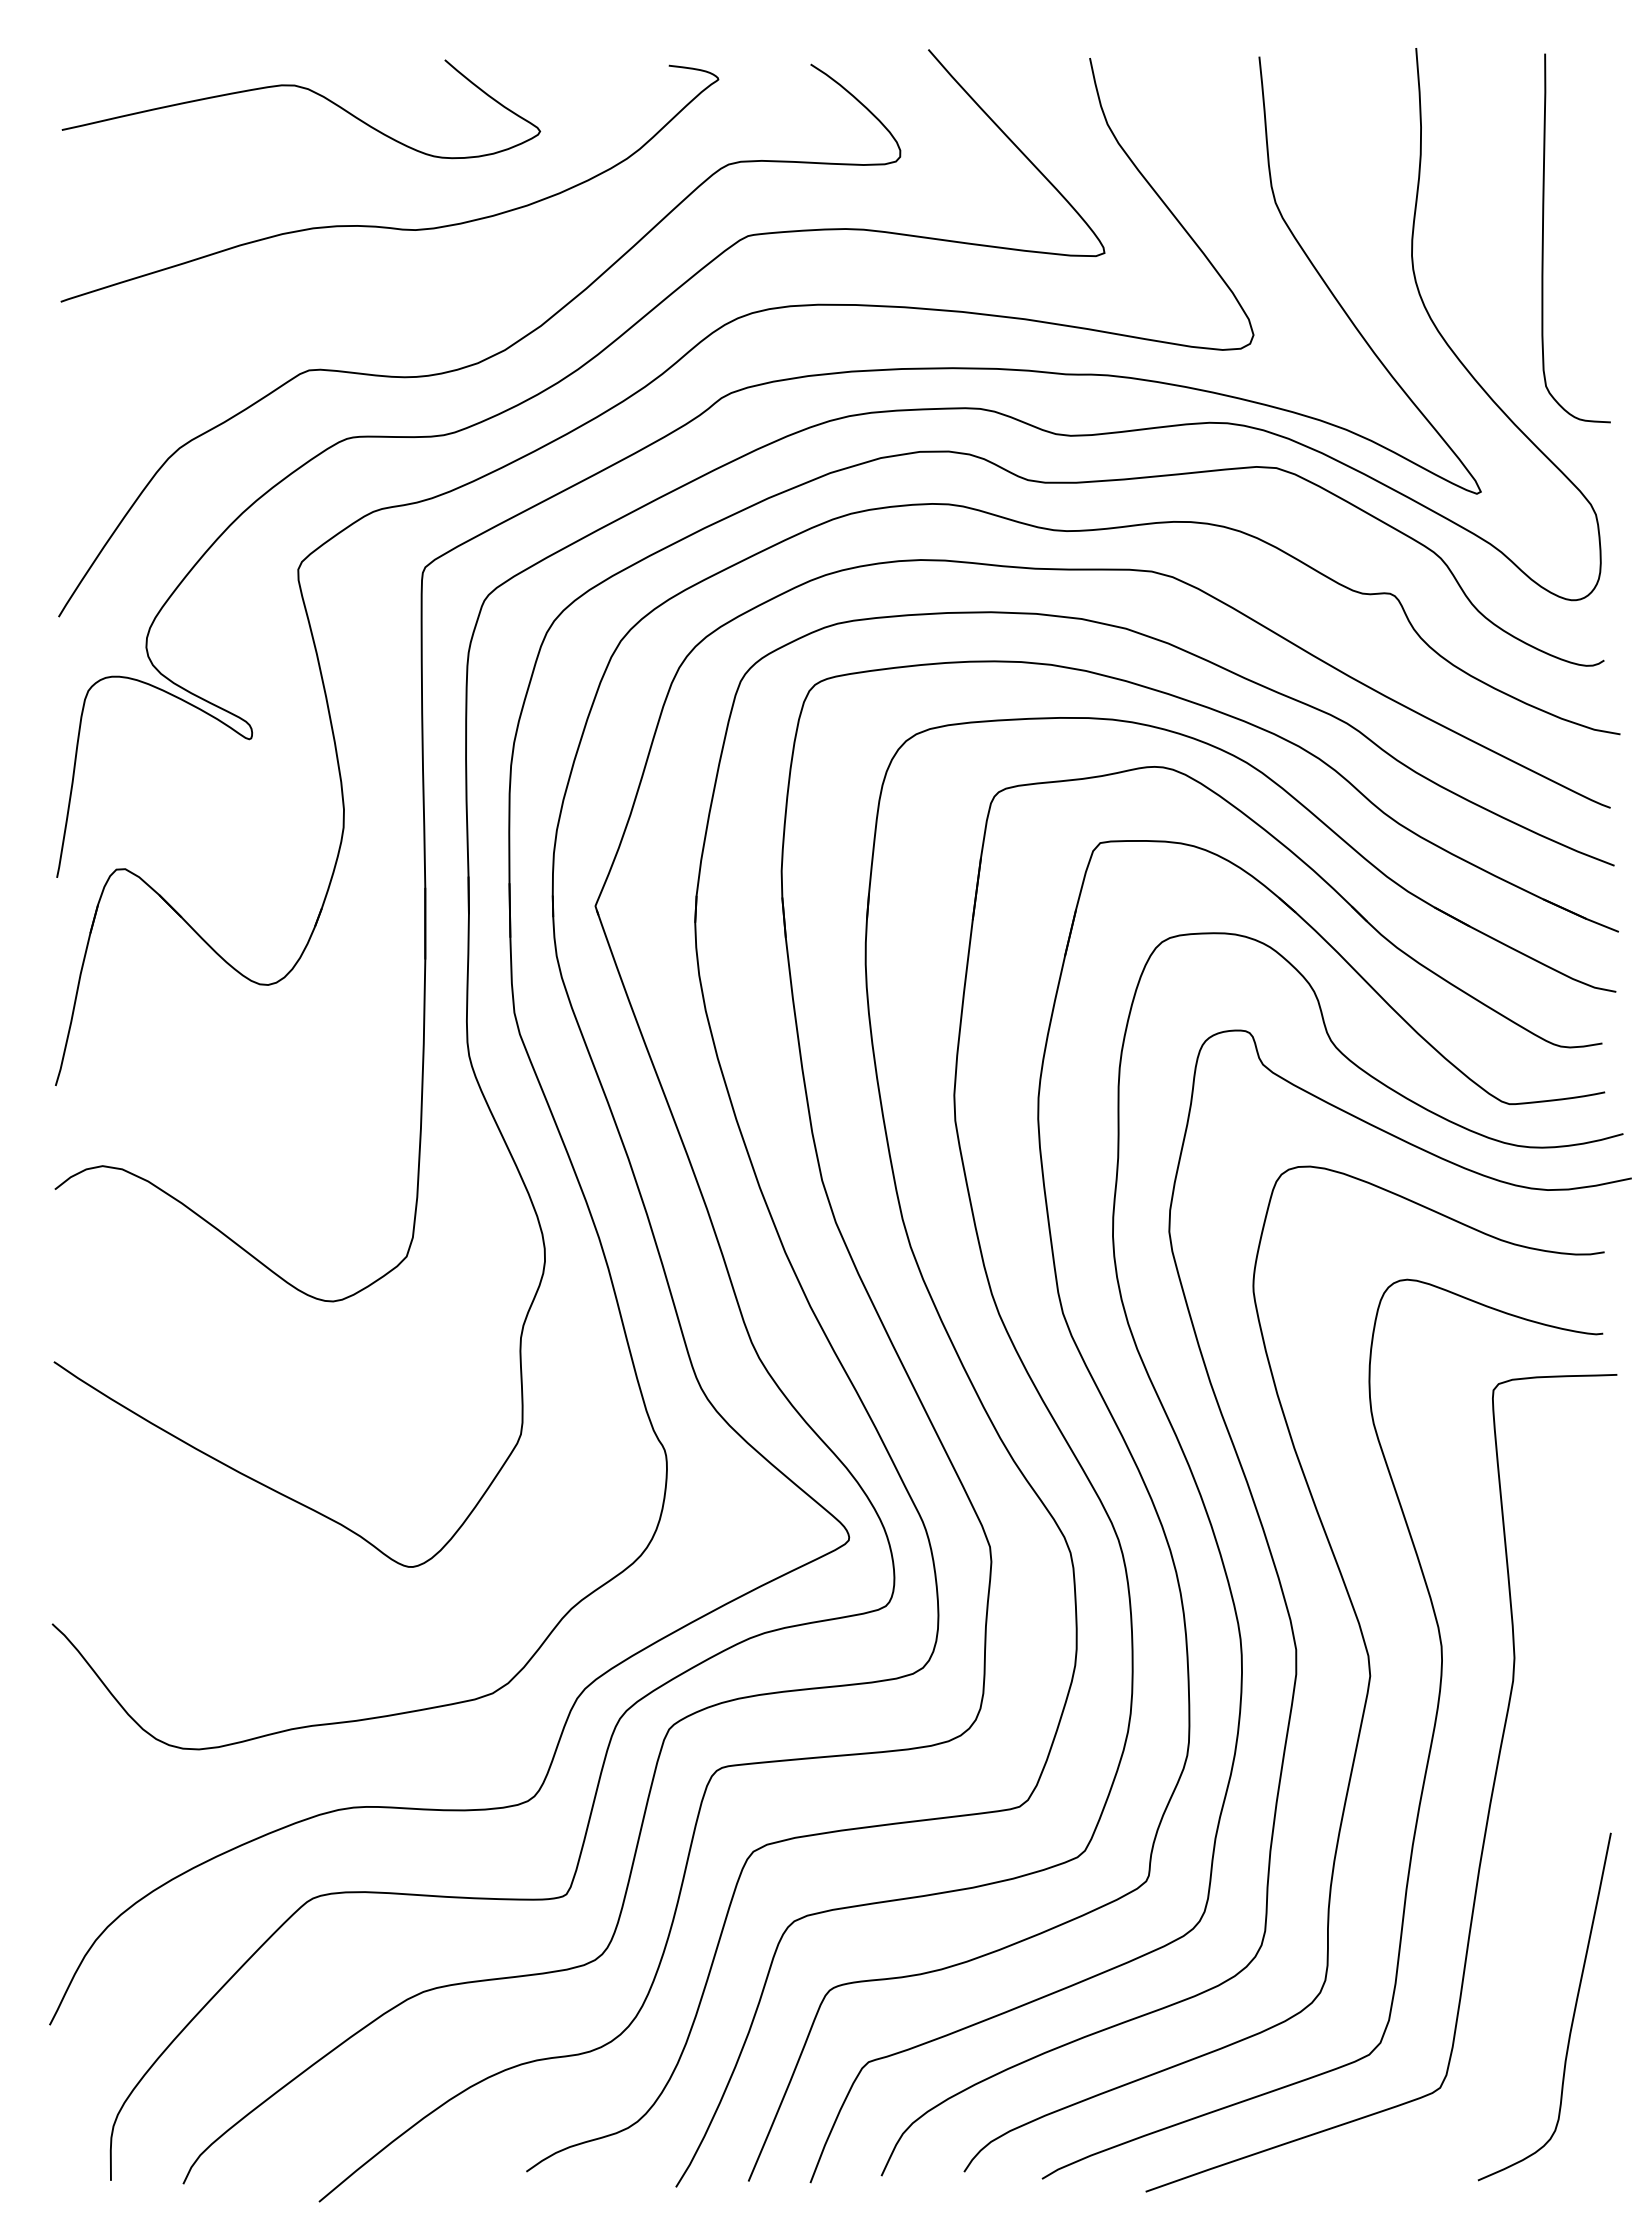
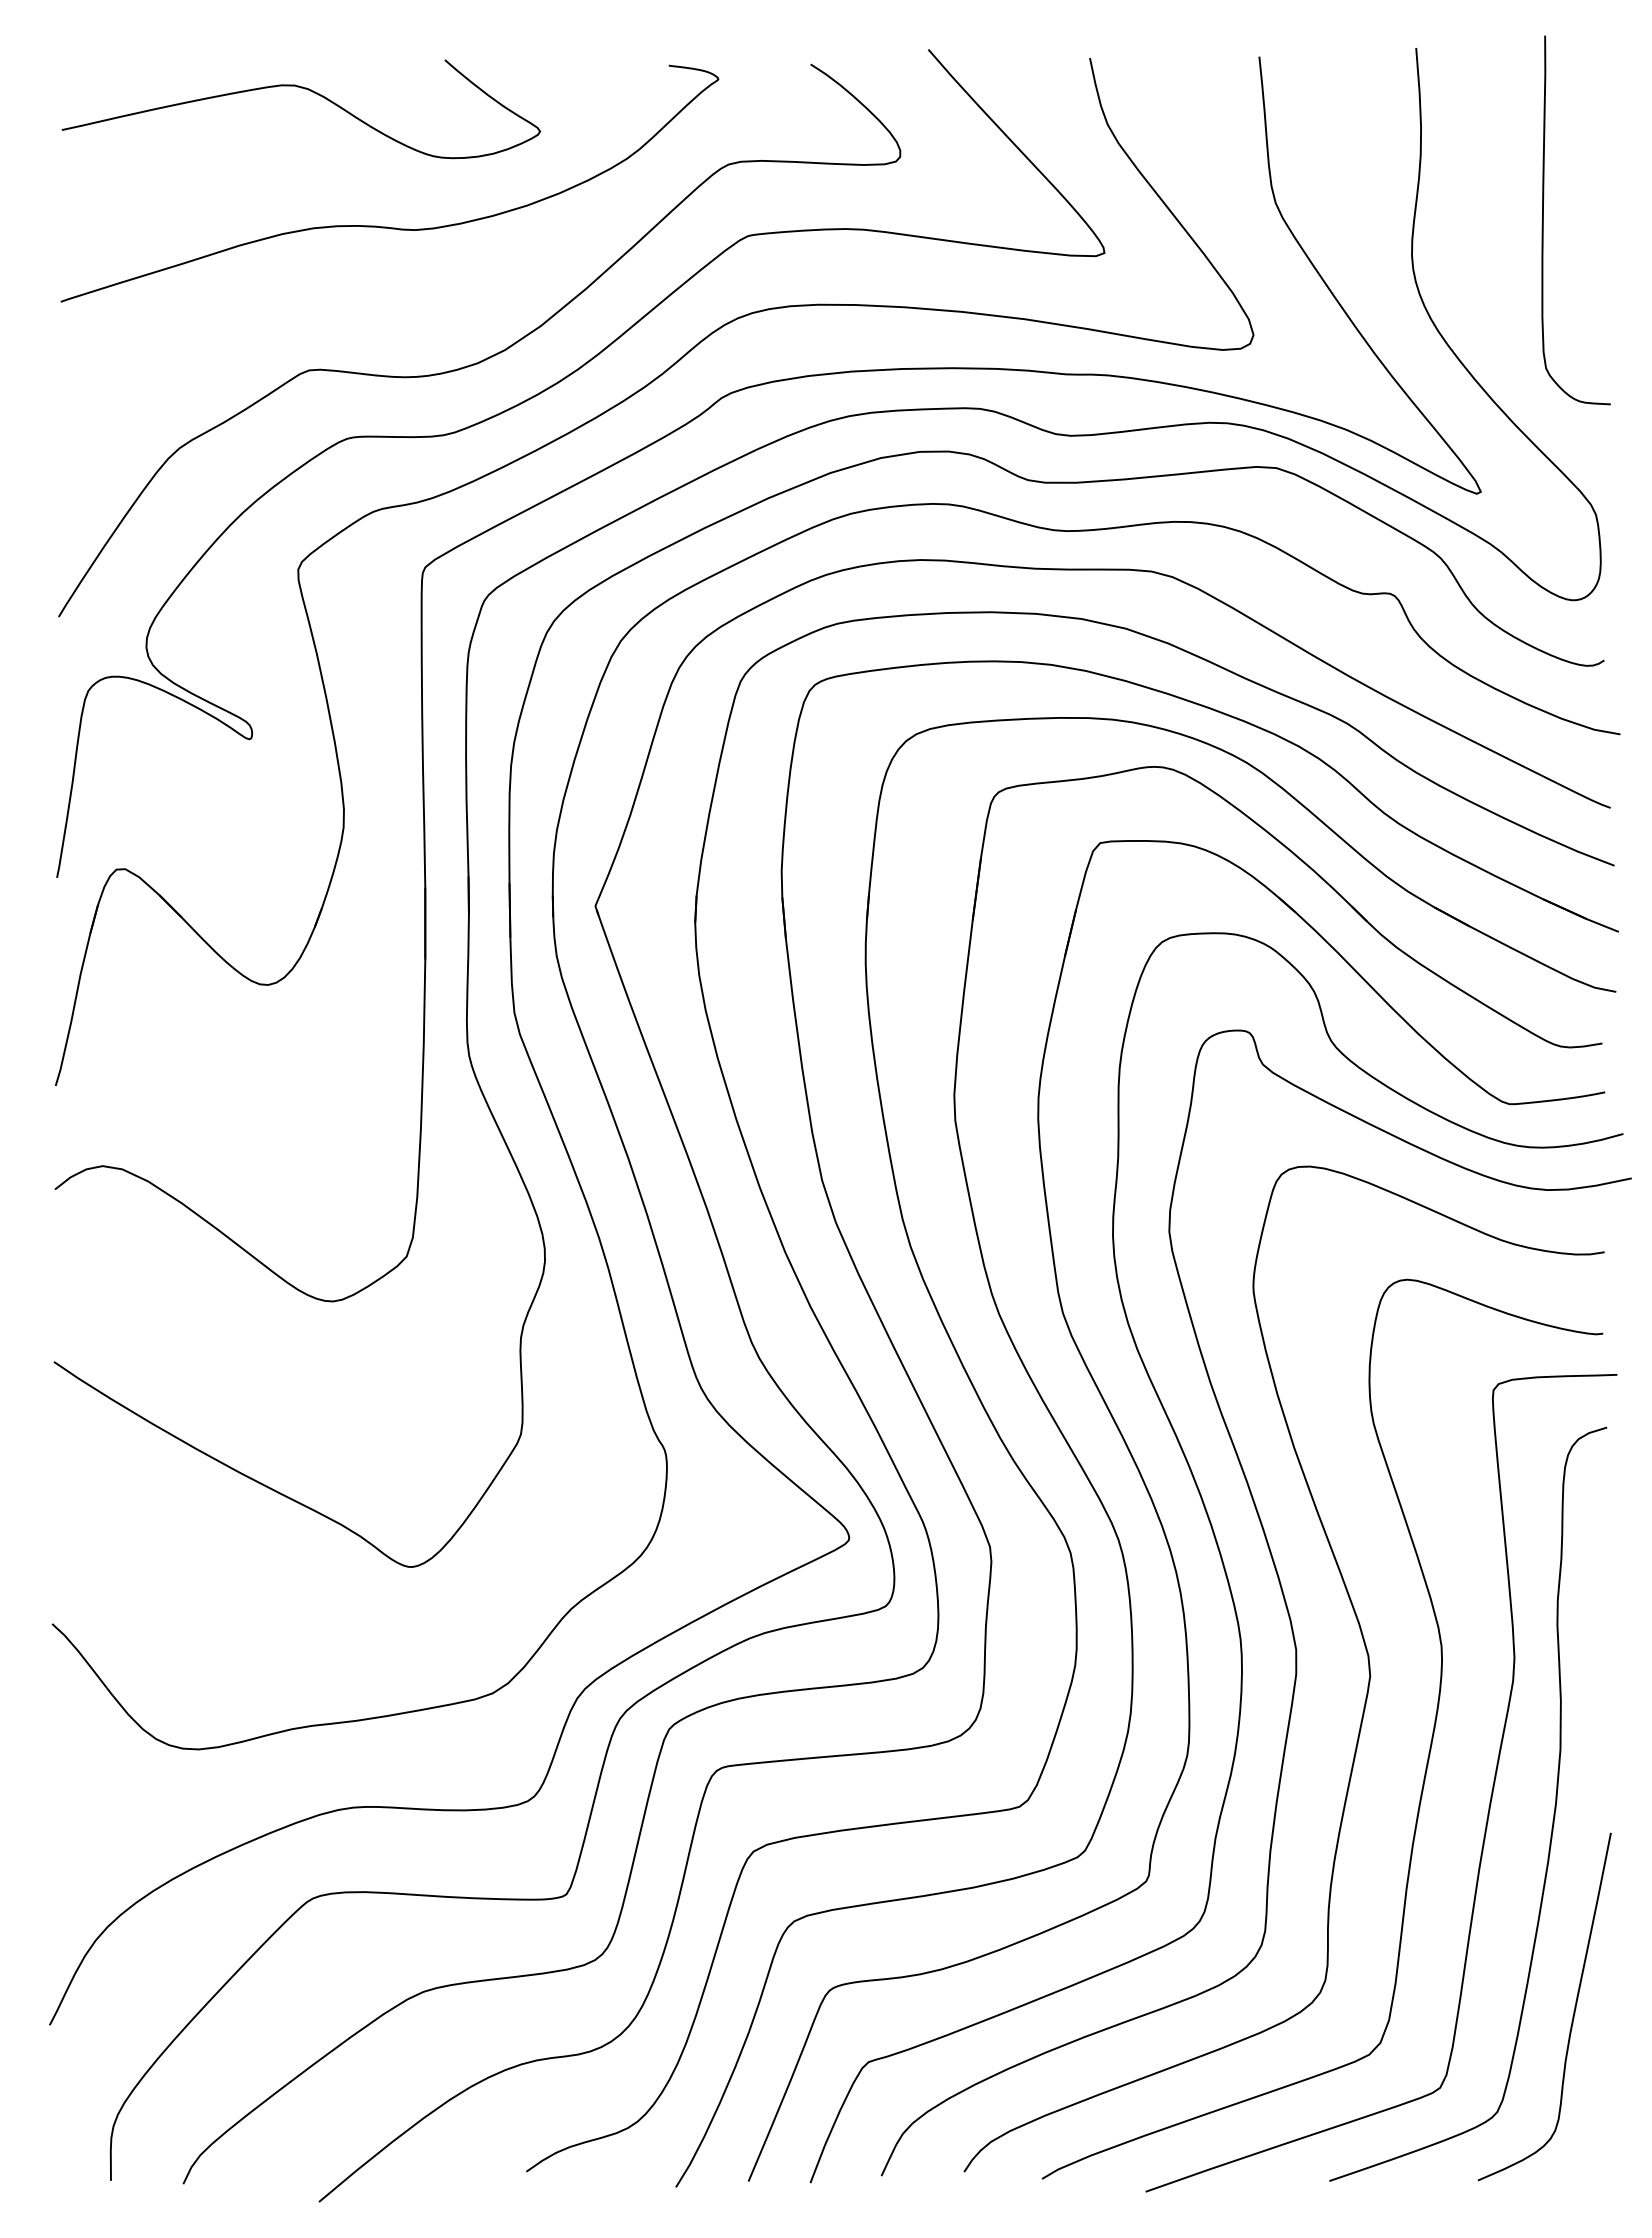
curve at (1543, 238) position: (1543, 238) -> (1543, 220)
curve at (1553, 1812): none -> present
